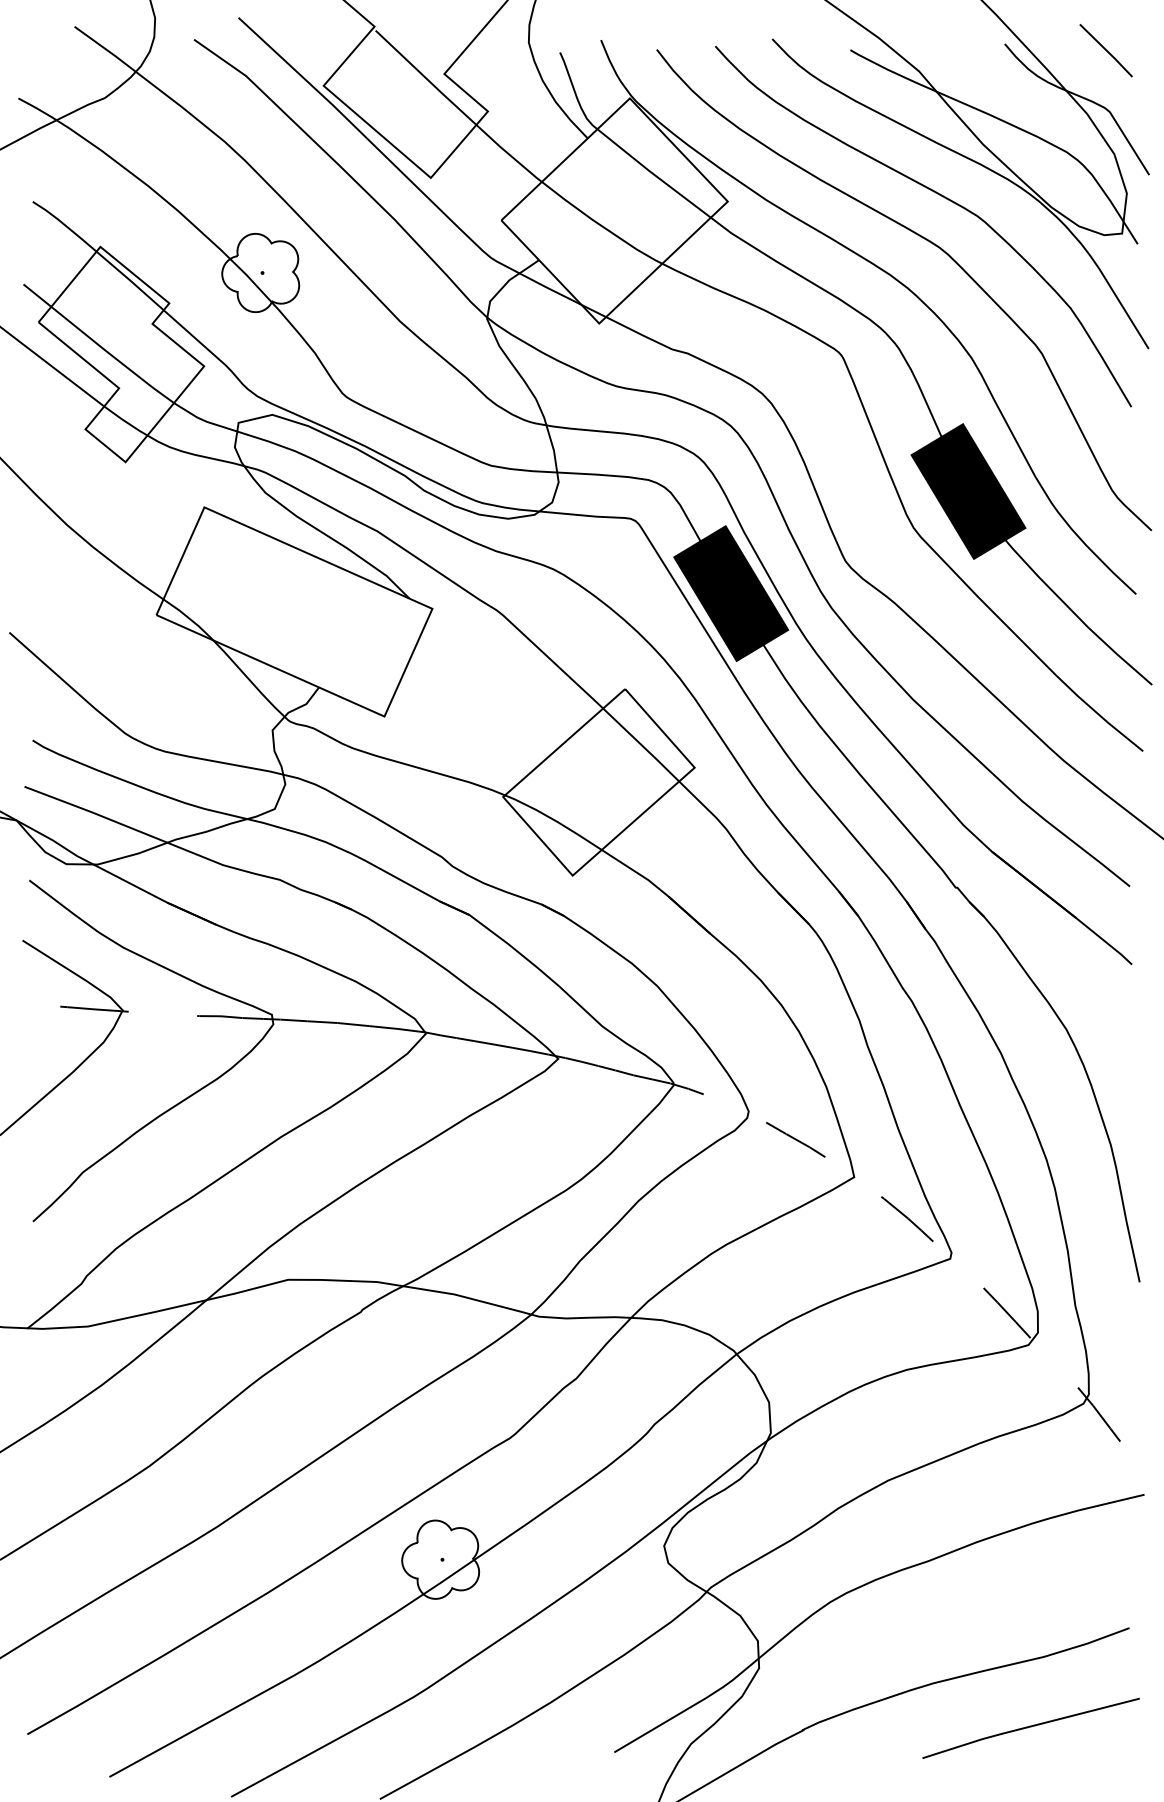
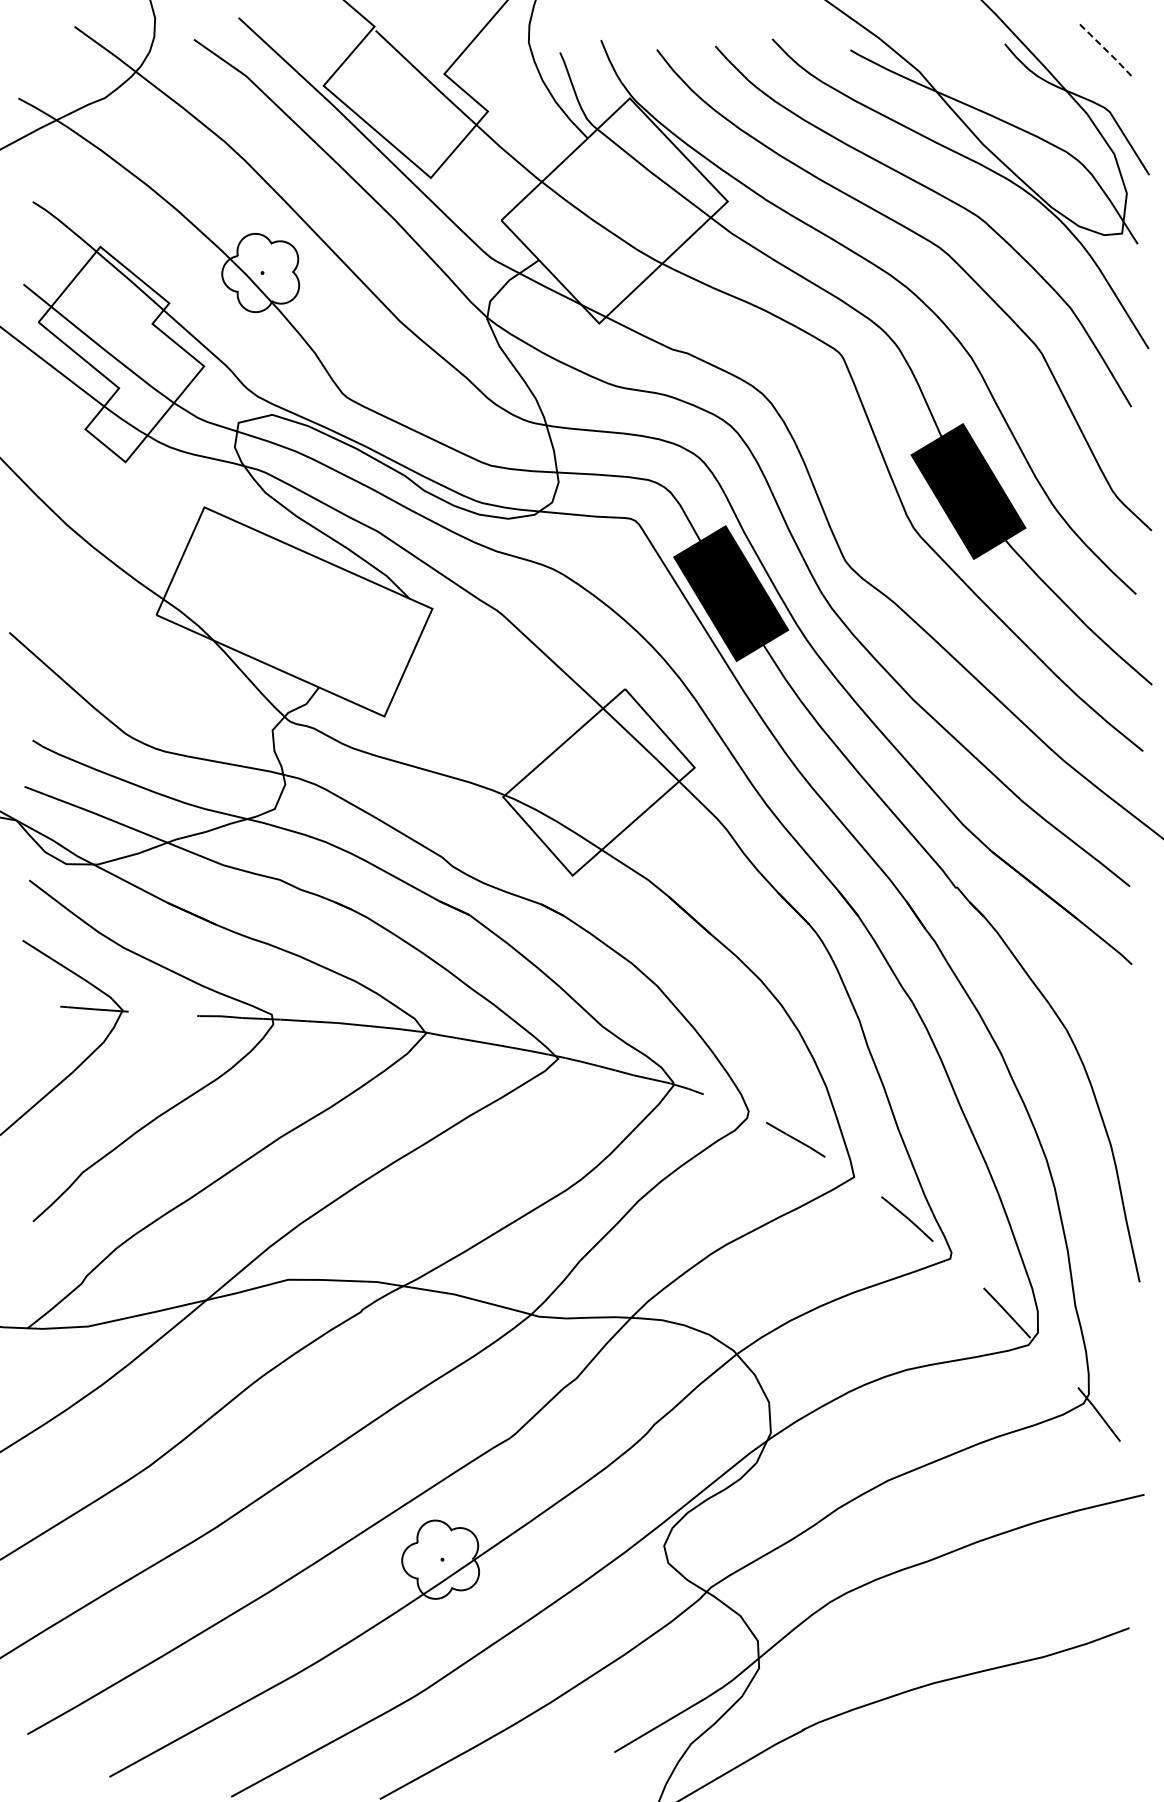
line at (1106, 50): solid -> dashed
line at (1030, 1727): present -> none
